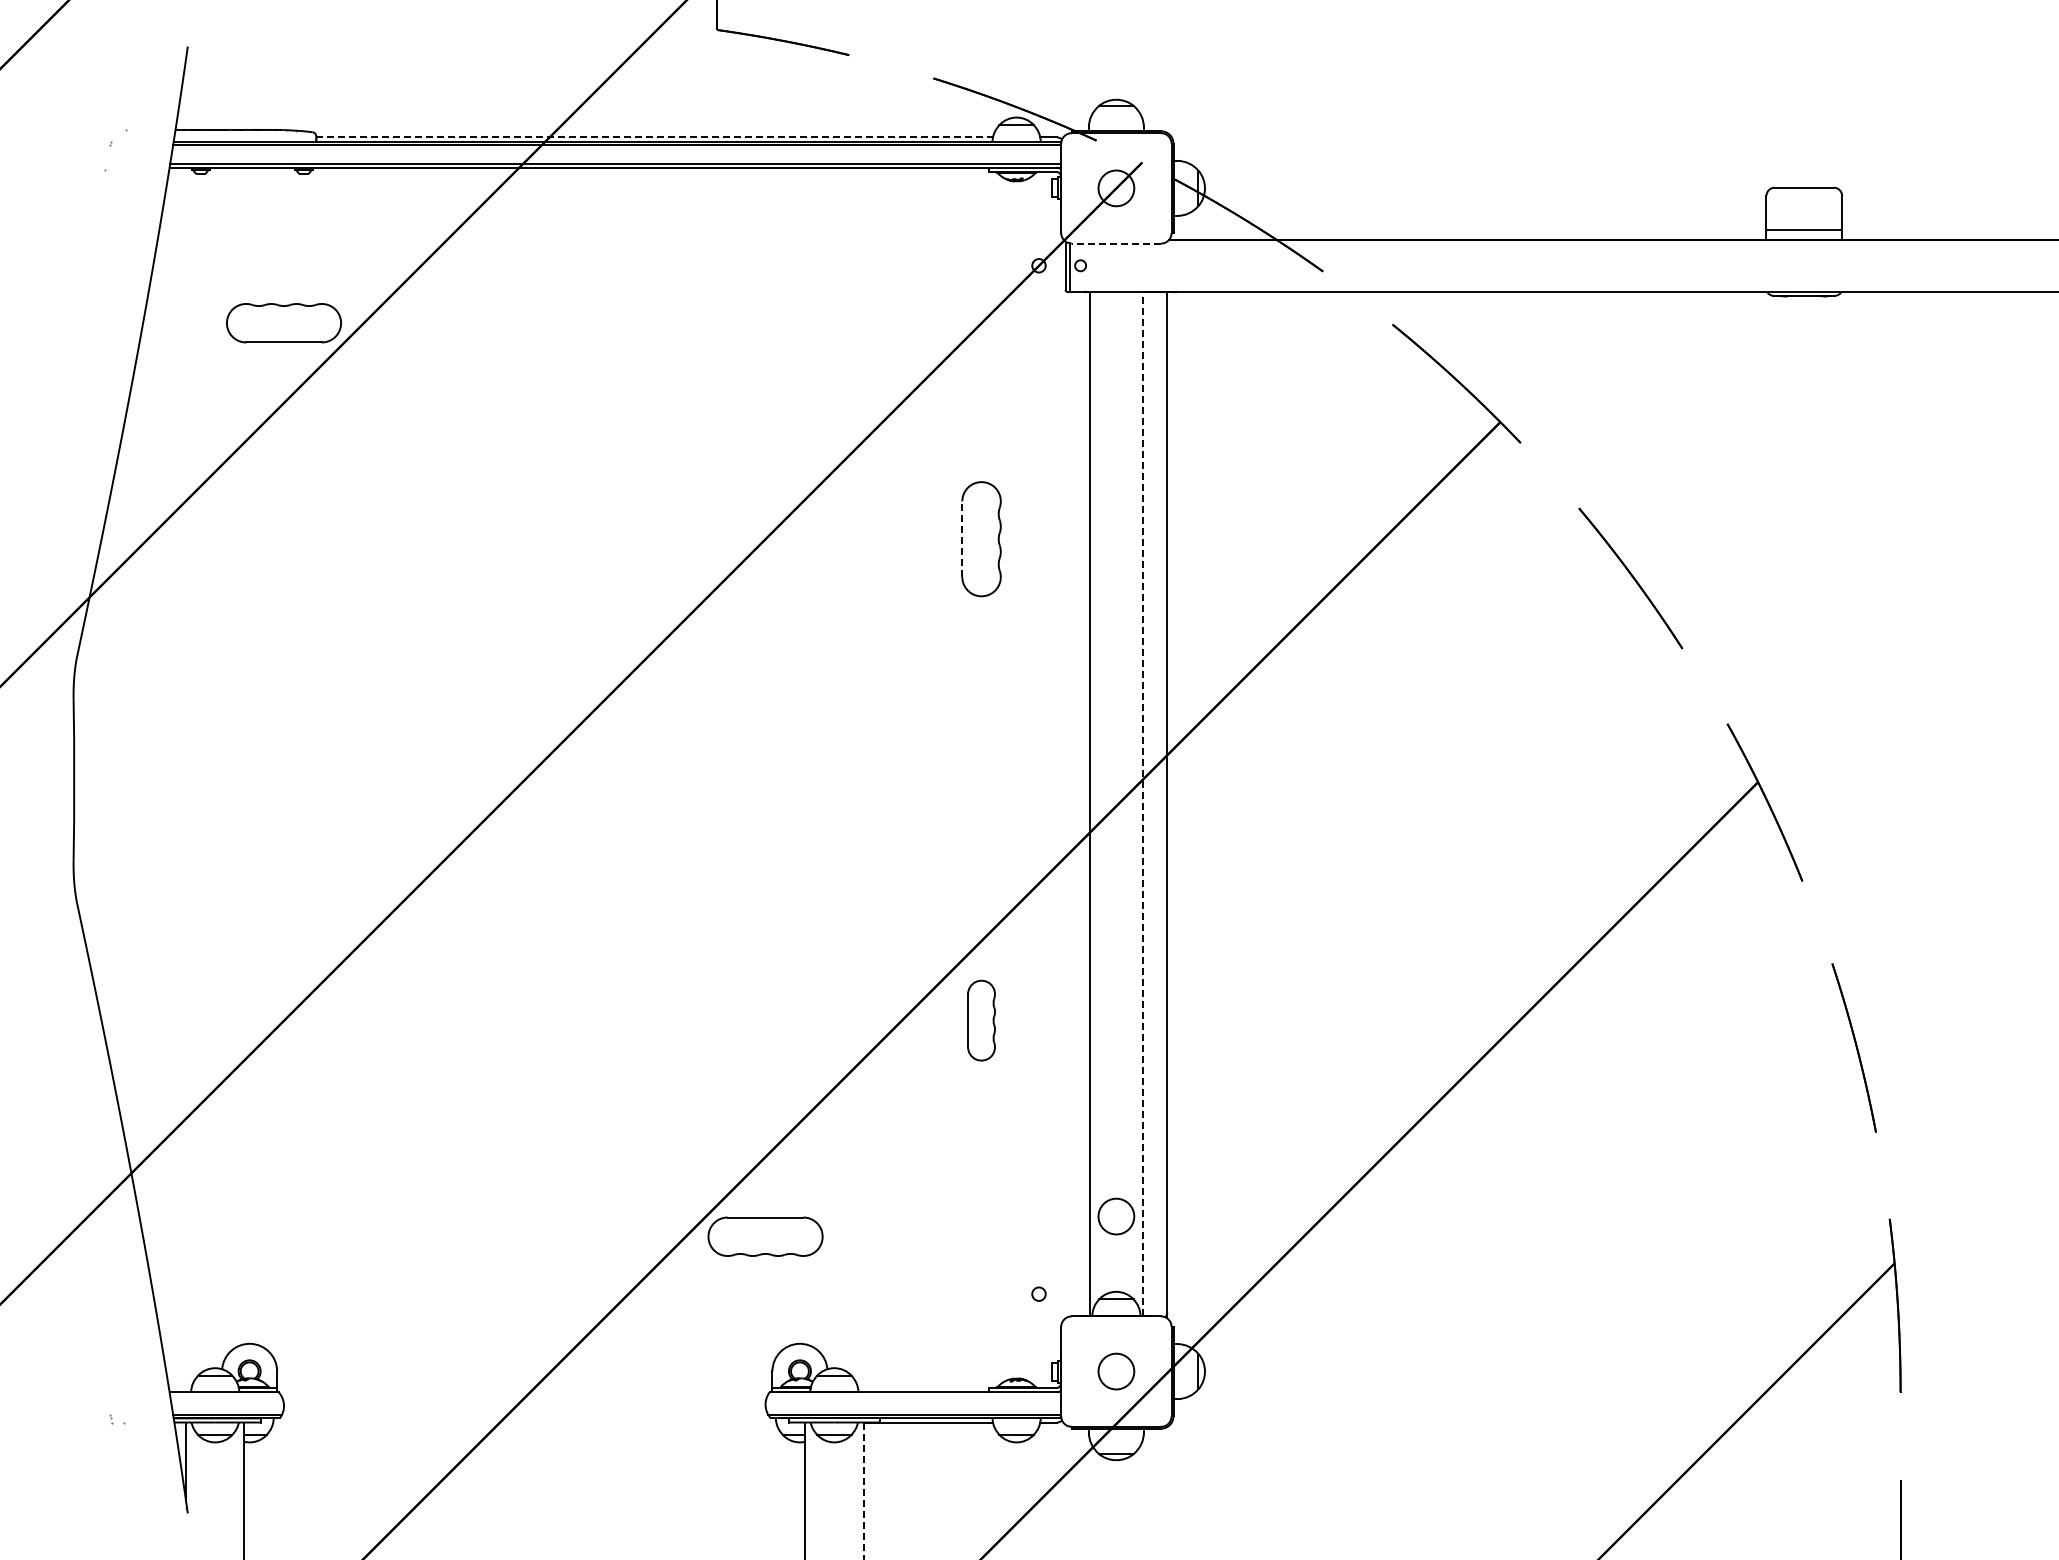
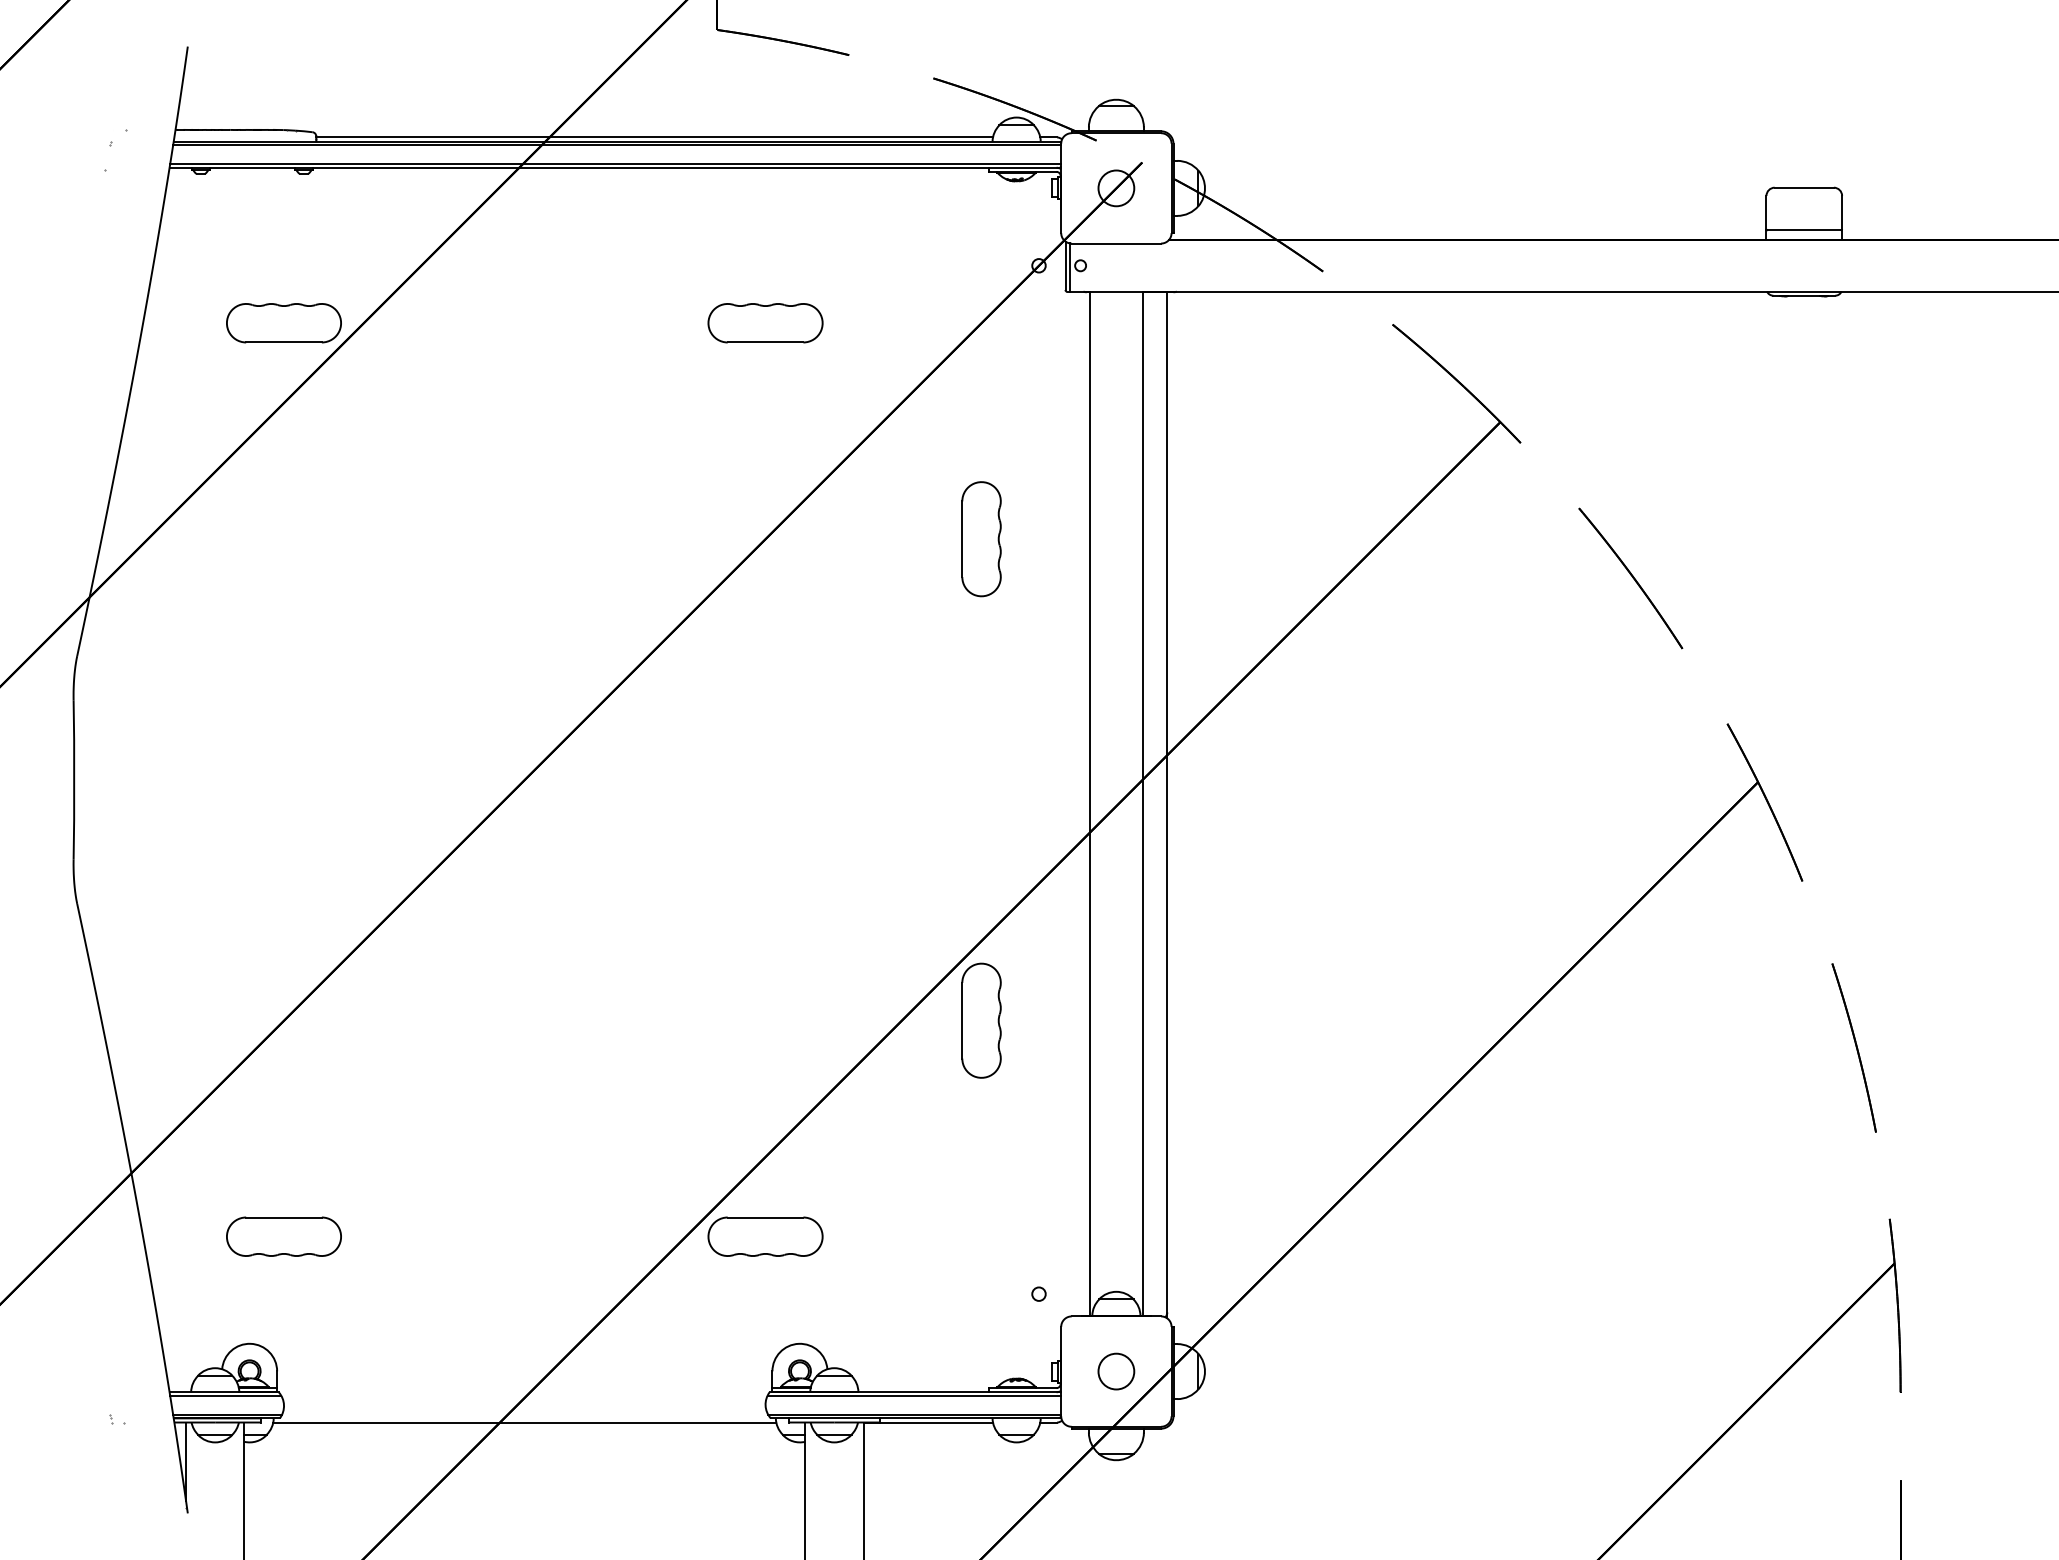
line at (655, 137): dashed -> solid
line at (1116, 243): dashed -> solid
part at (765, 323): none -> present
line at (962, 539): dashed -> solid
line at (1142, 803): dashed -> solid
part at (981, 1020) size: 29x83 px -> 41x117 px
circle at (1116, 1216): present -> none
part at (283, 1236): none -> present
line at (225, 1395): none -> present
line at (914, 1395): none -> present
line at (524, 1422): none -> present
line at (863, 1491): dashed -> solid
